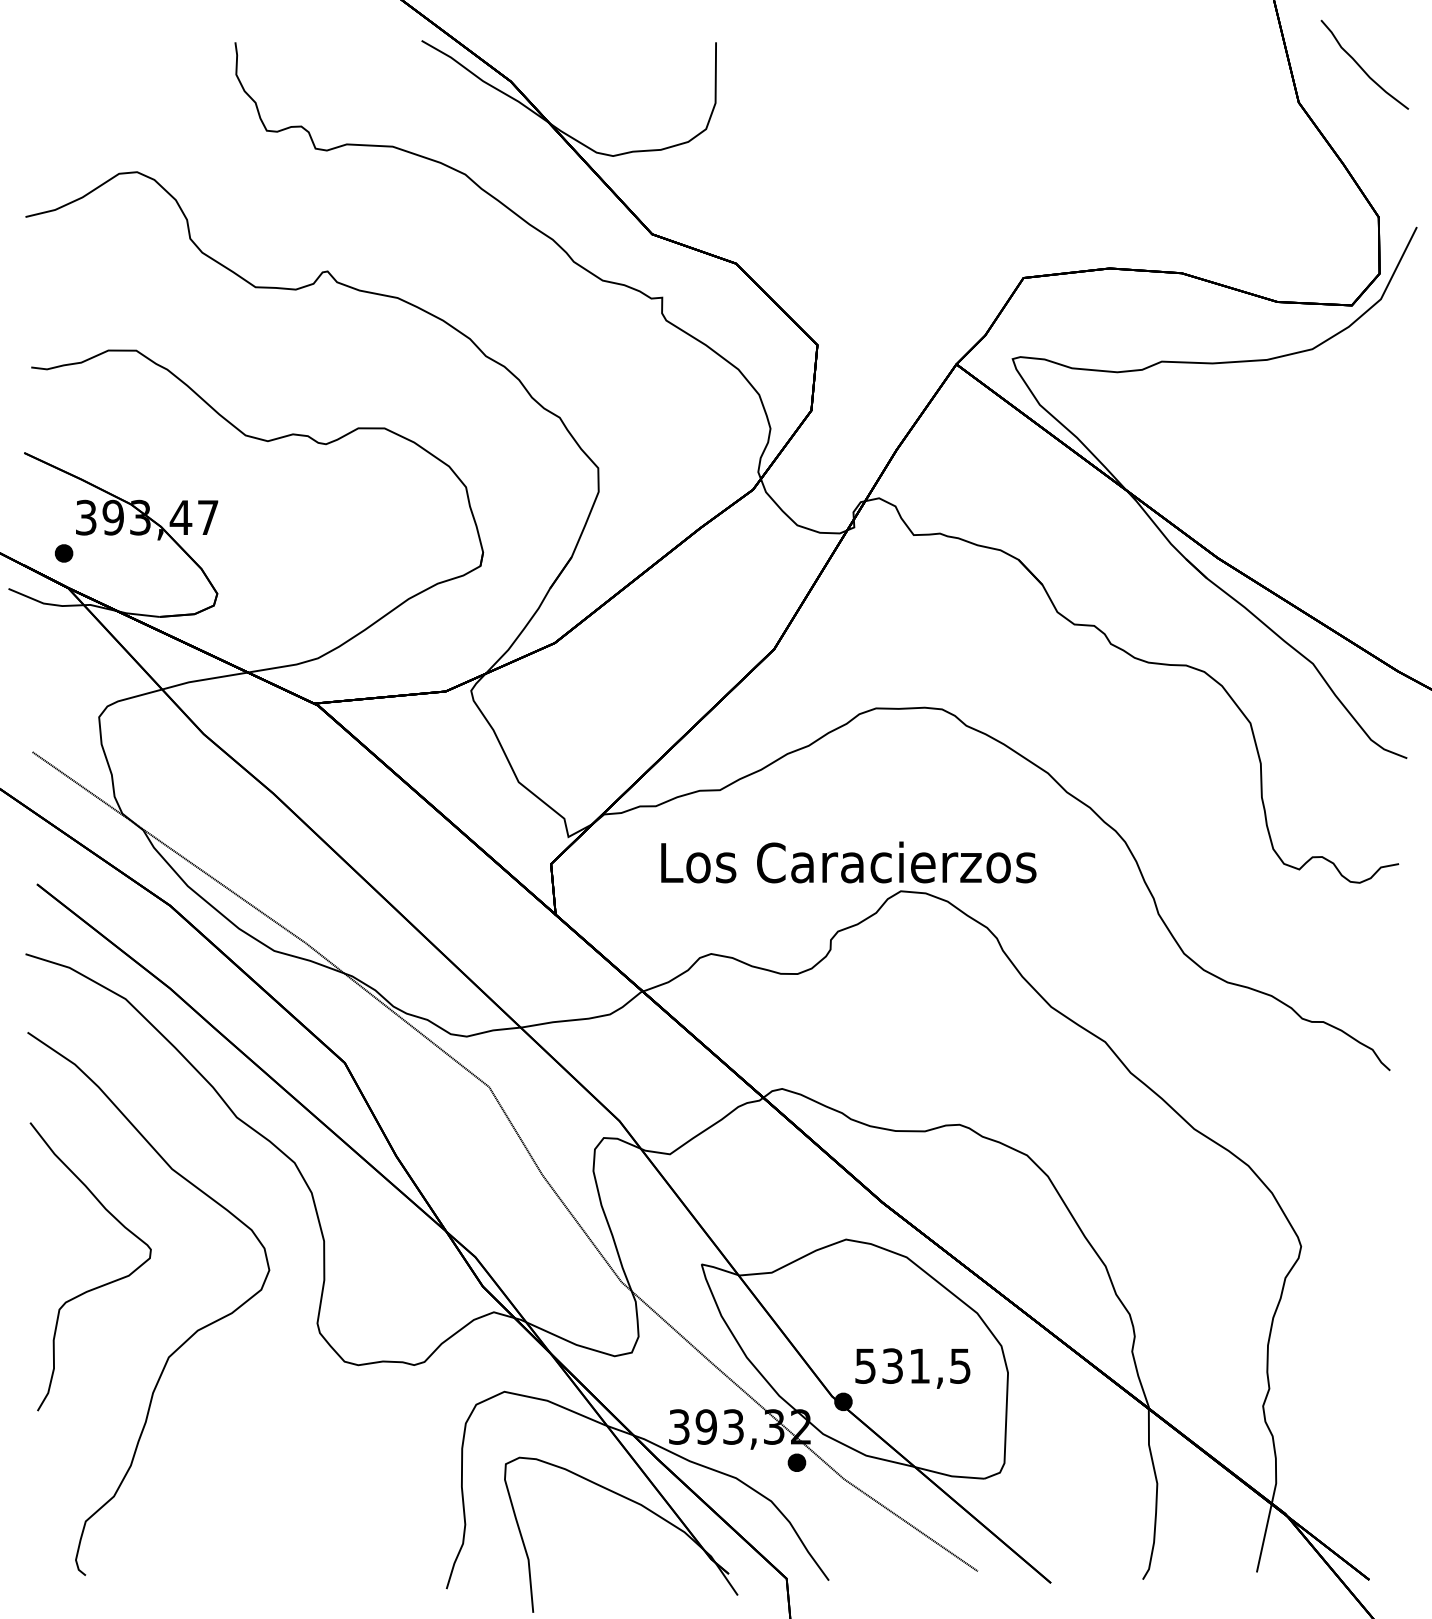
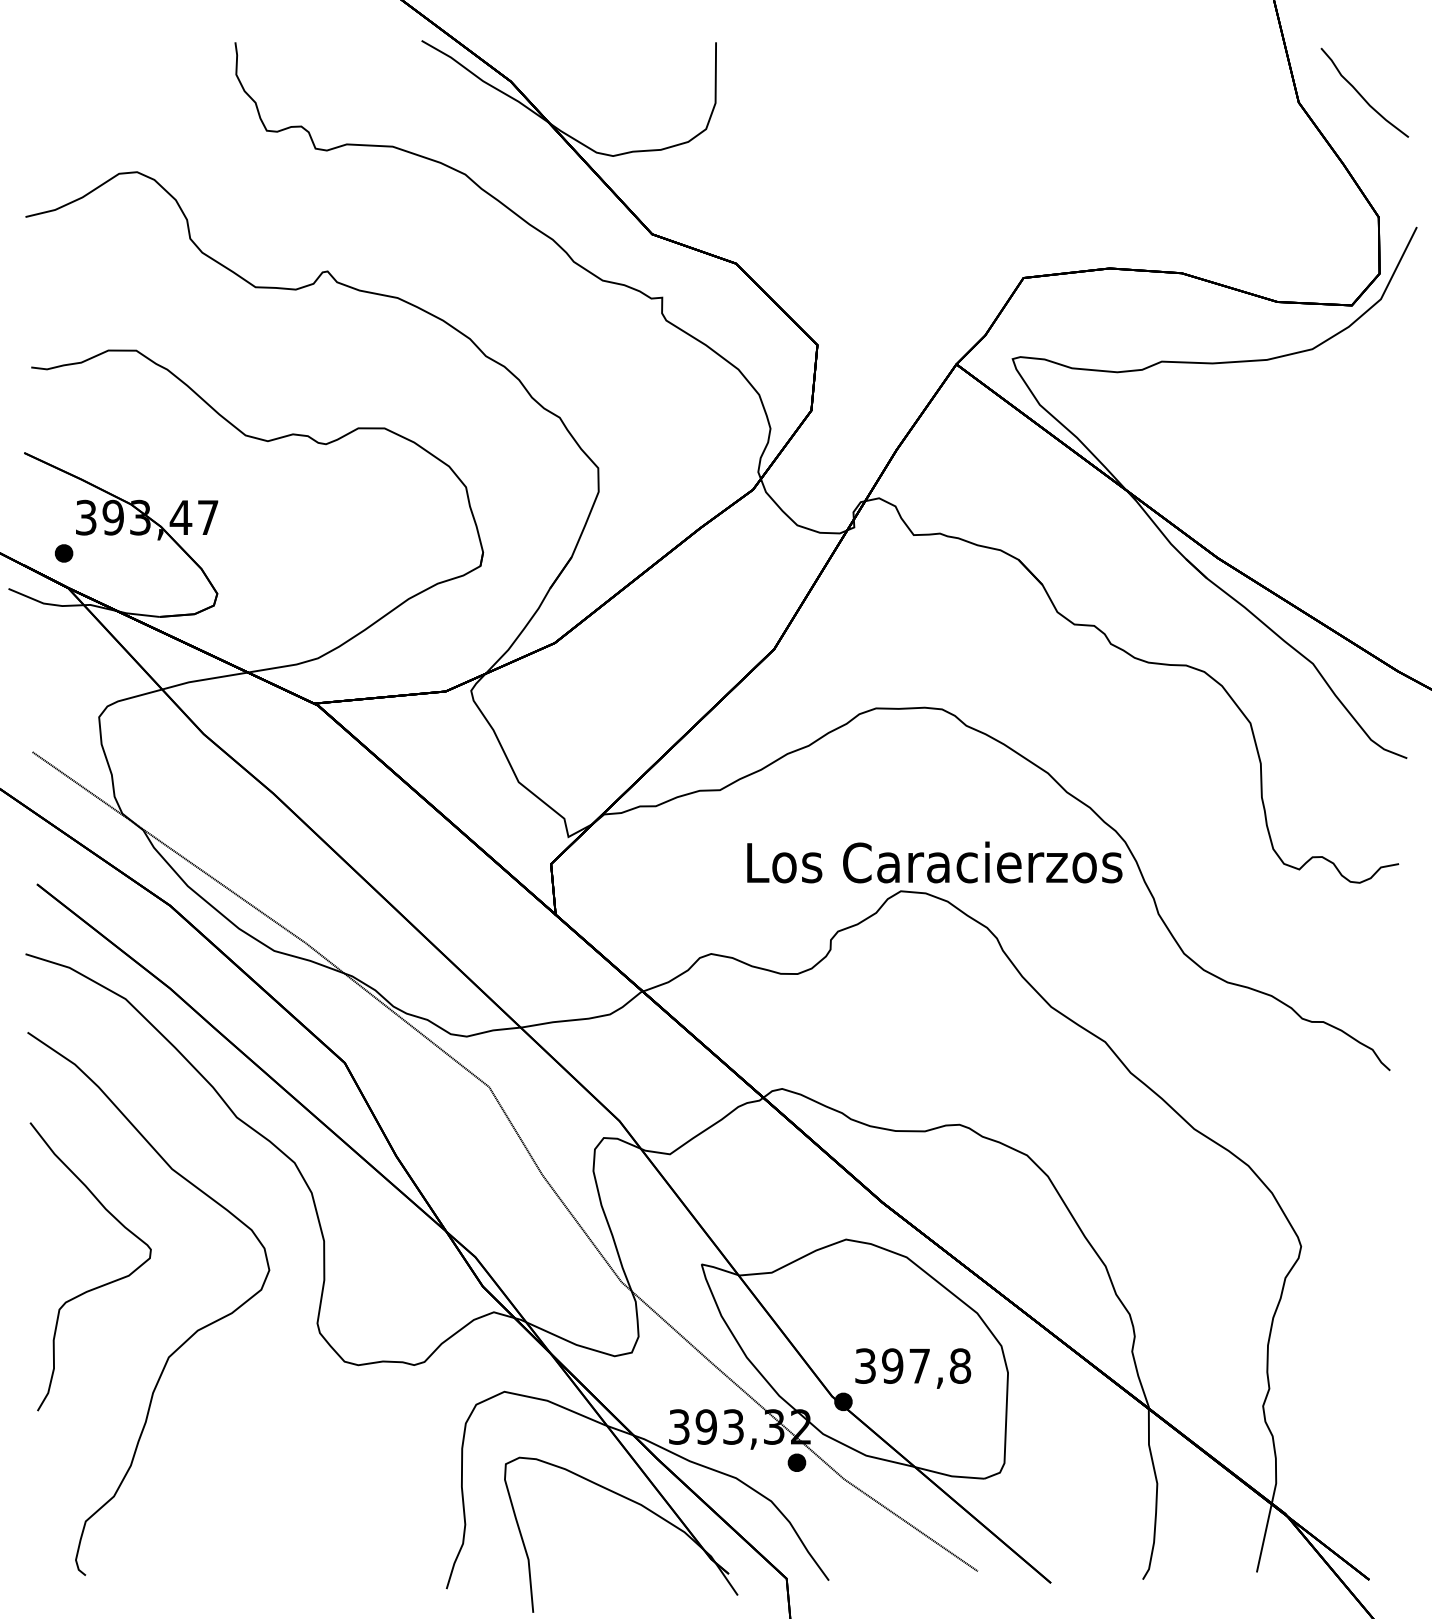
curve at (1361, 66) position: (1361, 66) -> (1361, 94)
text at (848, 862) position: (848, 862) -> (934, 862)
text at (913, 1365): 531,5 -> 397,8
